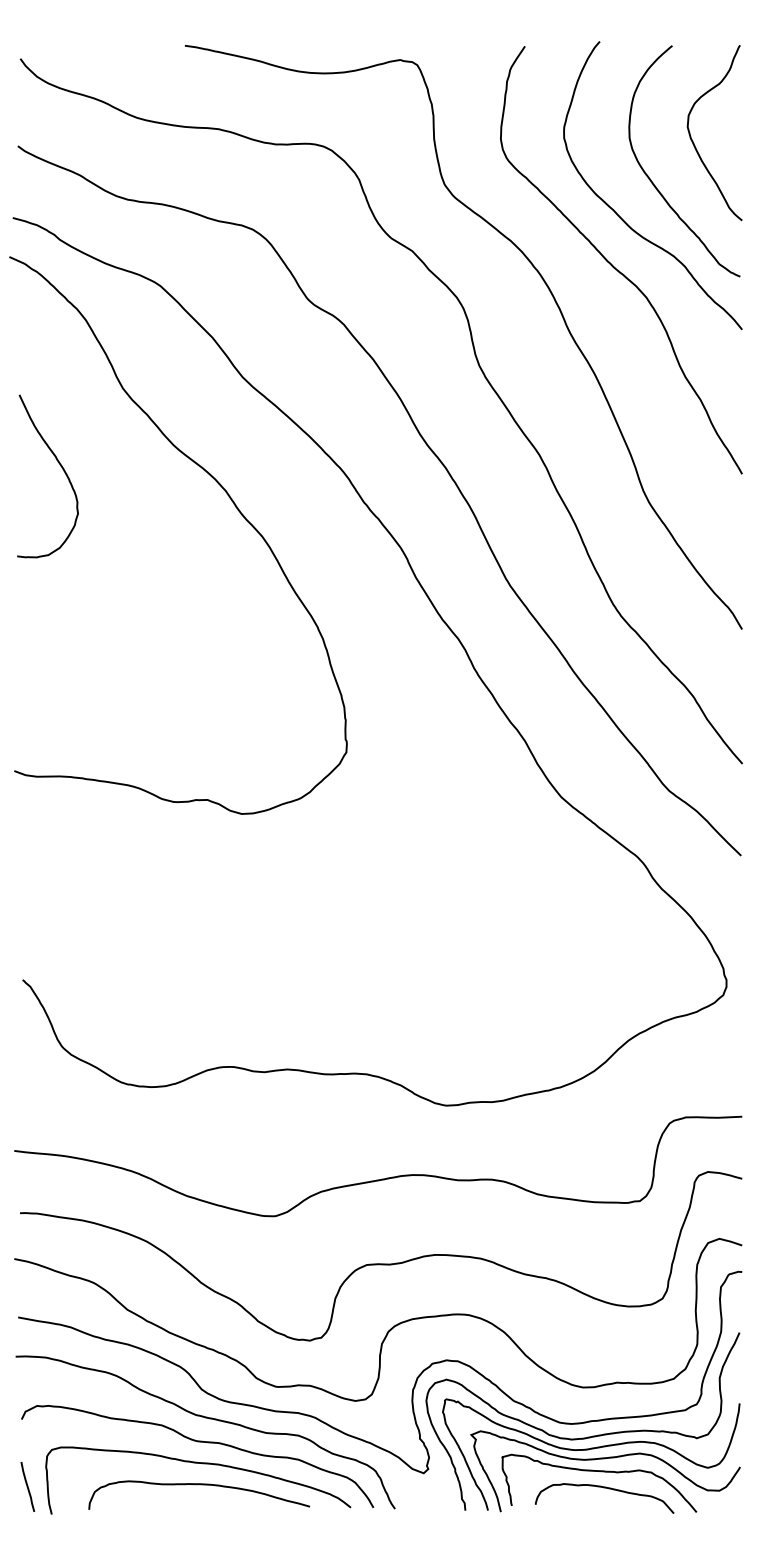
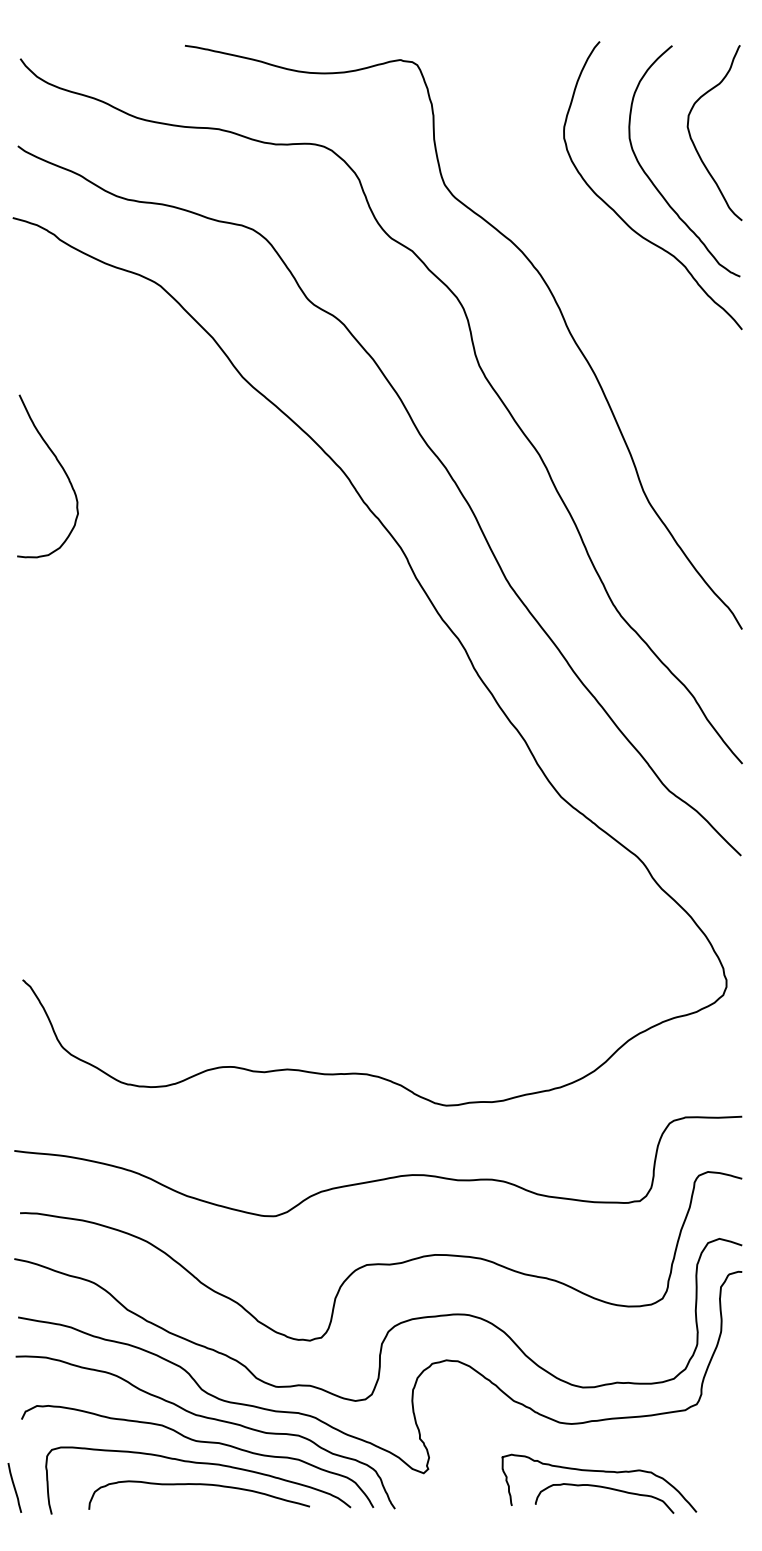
curve at (614, 266): present -> none
curve at (231, 501): present -> none
part at (587, 1436): present -> none
line at (27, 1486) position: (27, 1486) -> (14, 1487)
